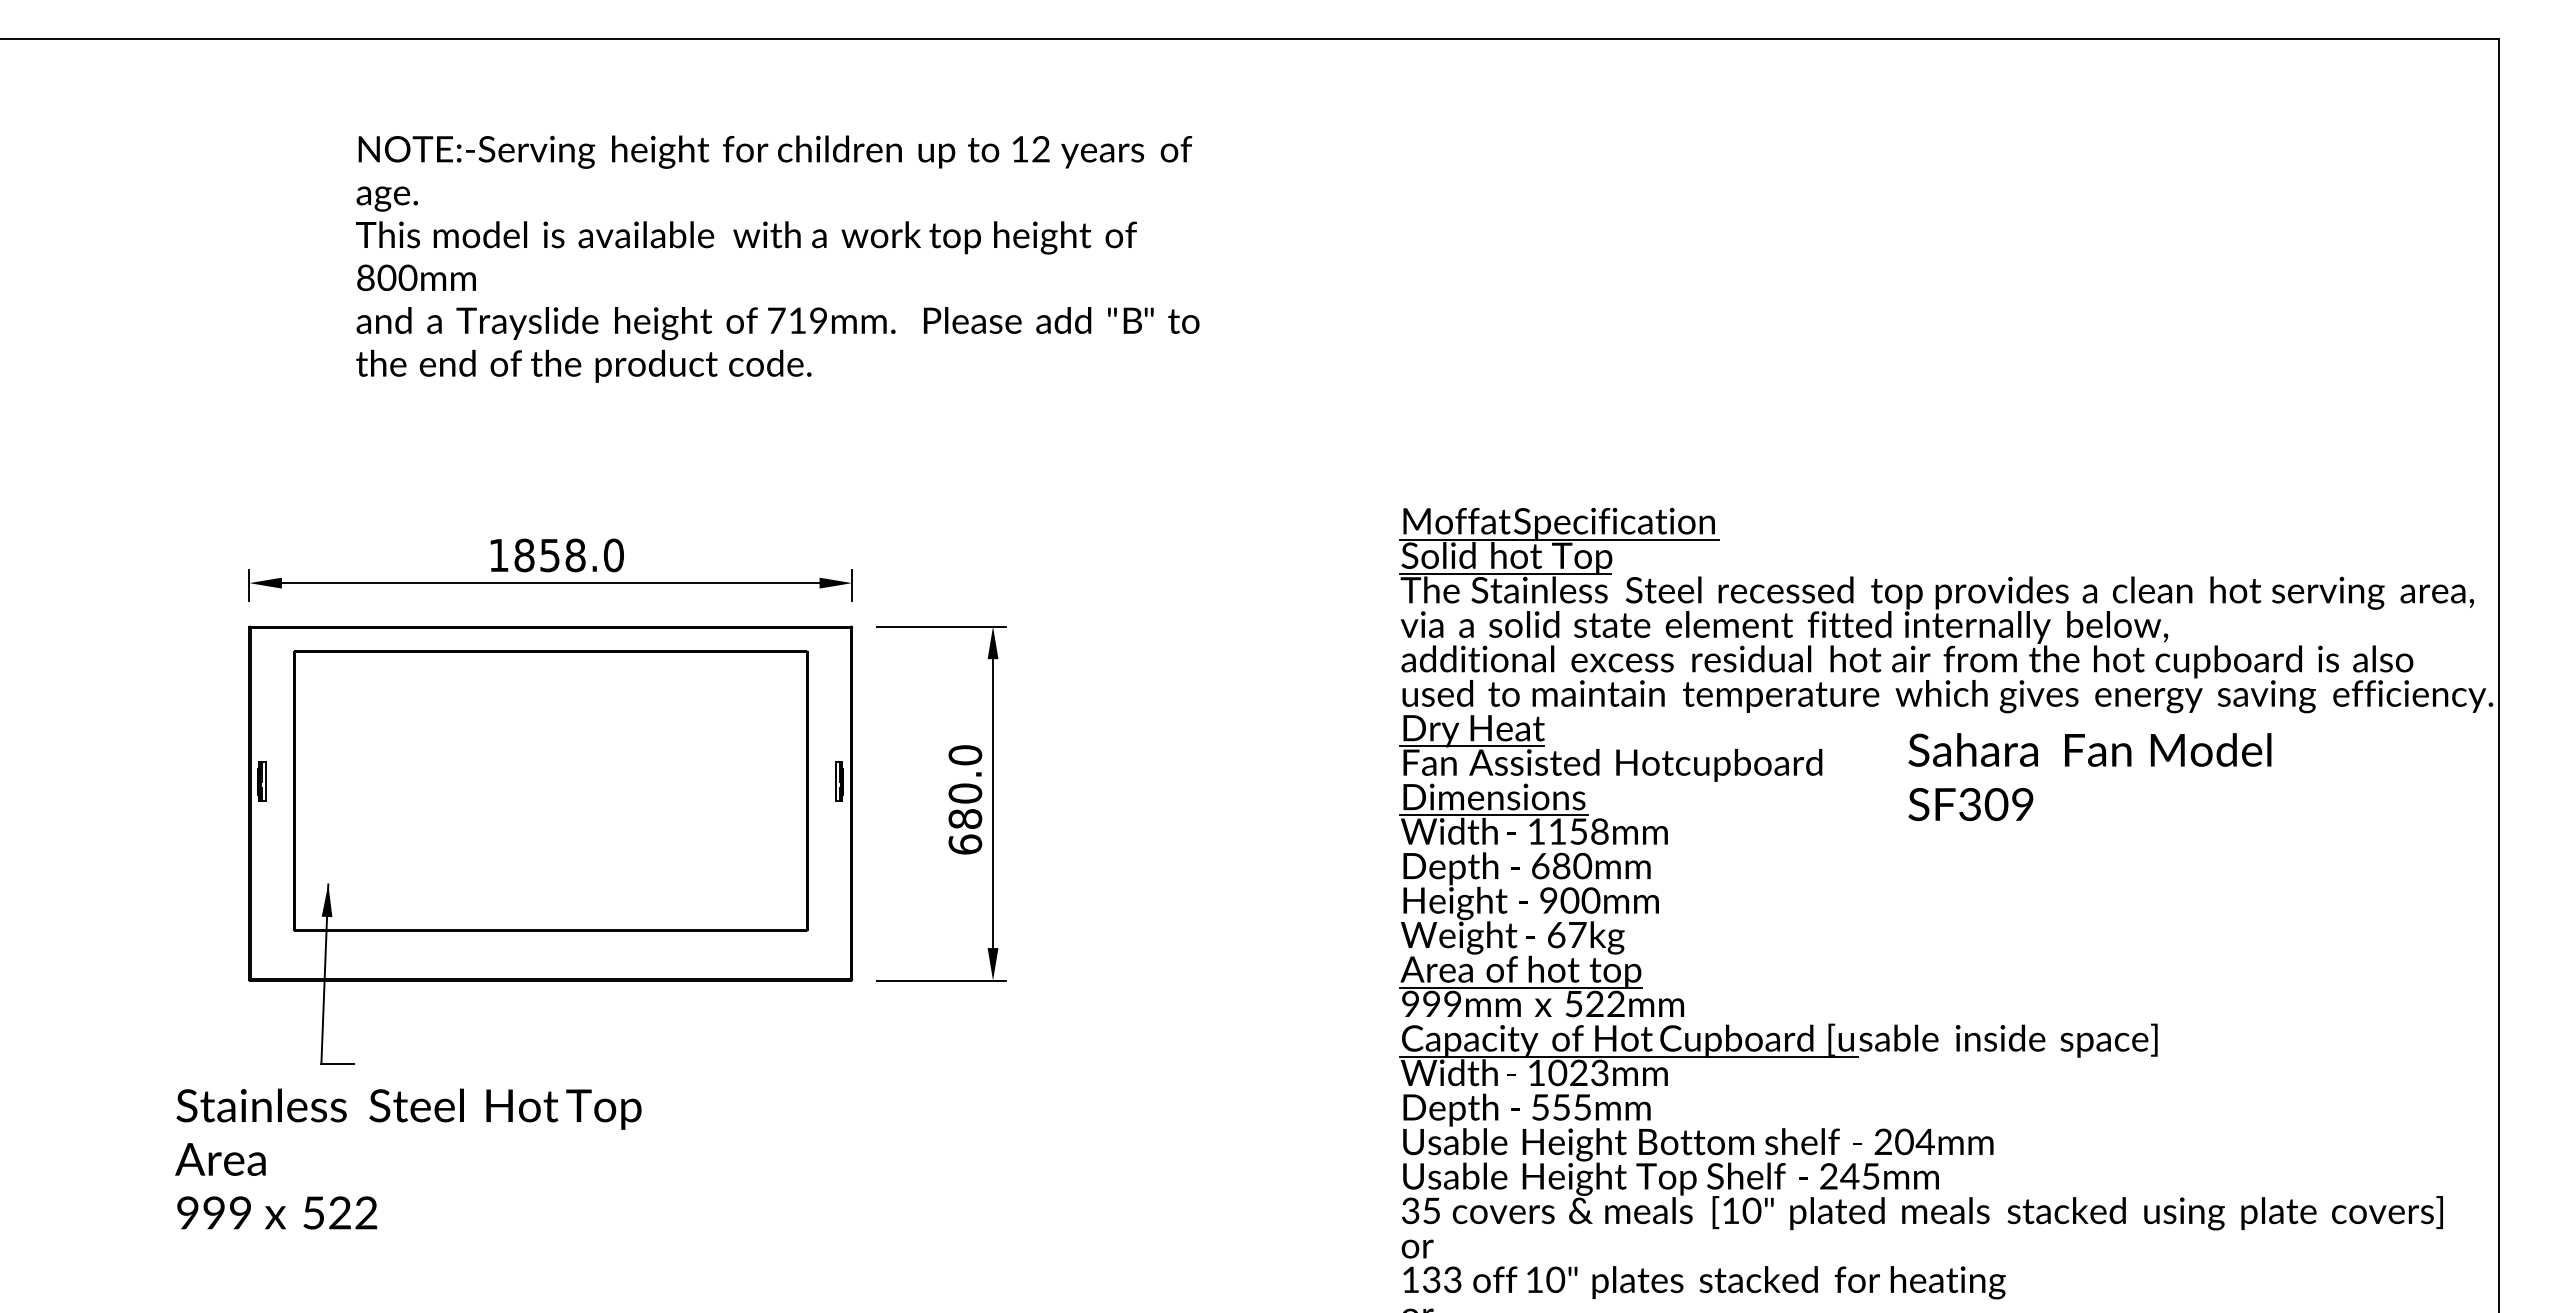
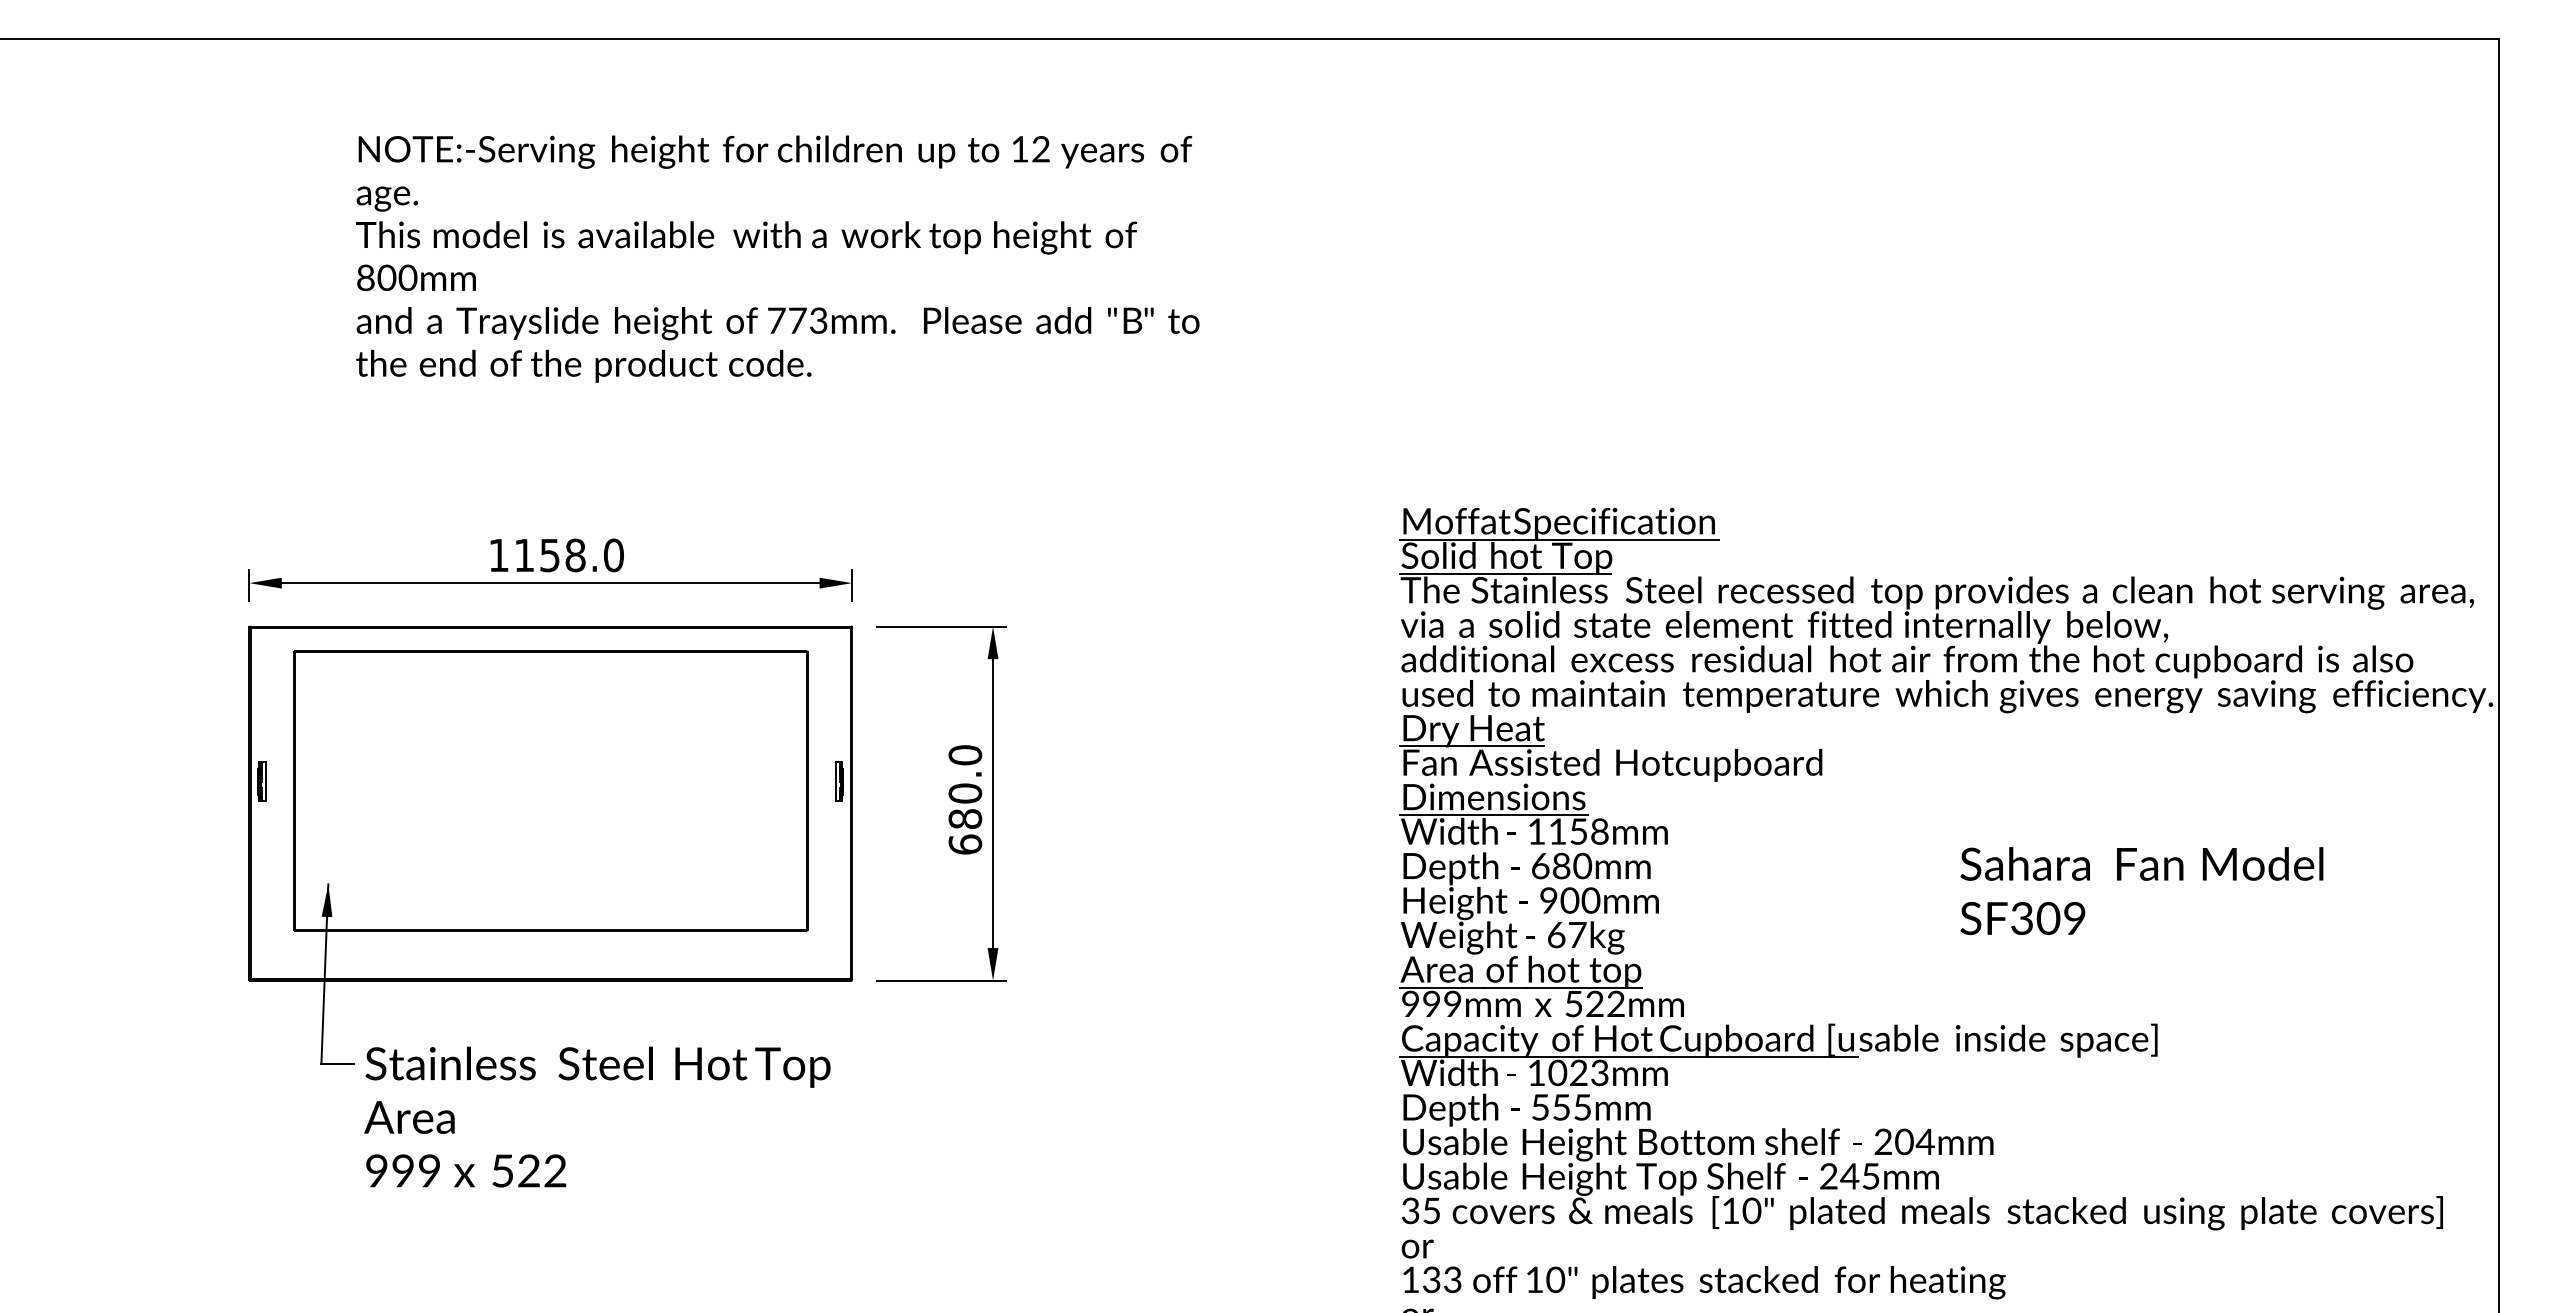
text at (808, 320): 719mm. -> 773mm.
text at (524, 555): 1858.0 -> 1158.0
text at (2089, 777) position: (2089, 777) -> (2141, 891)
text at (408, 1158) position: (408, 1158) -> (597, 1116)
